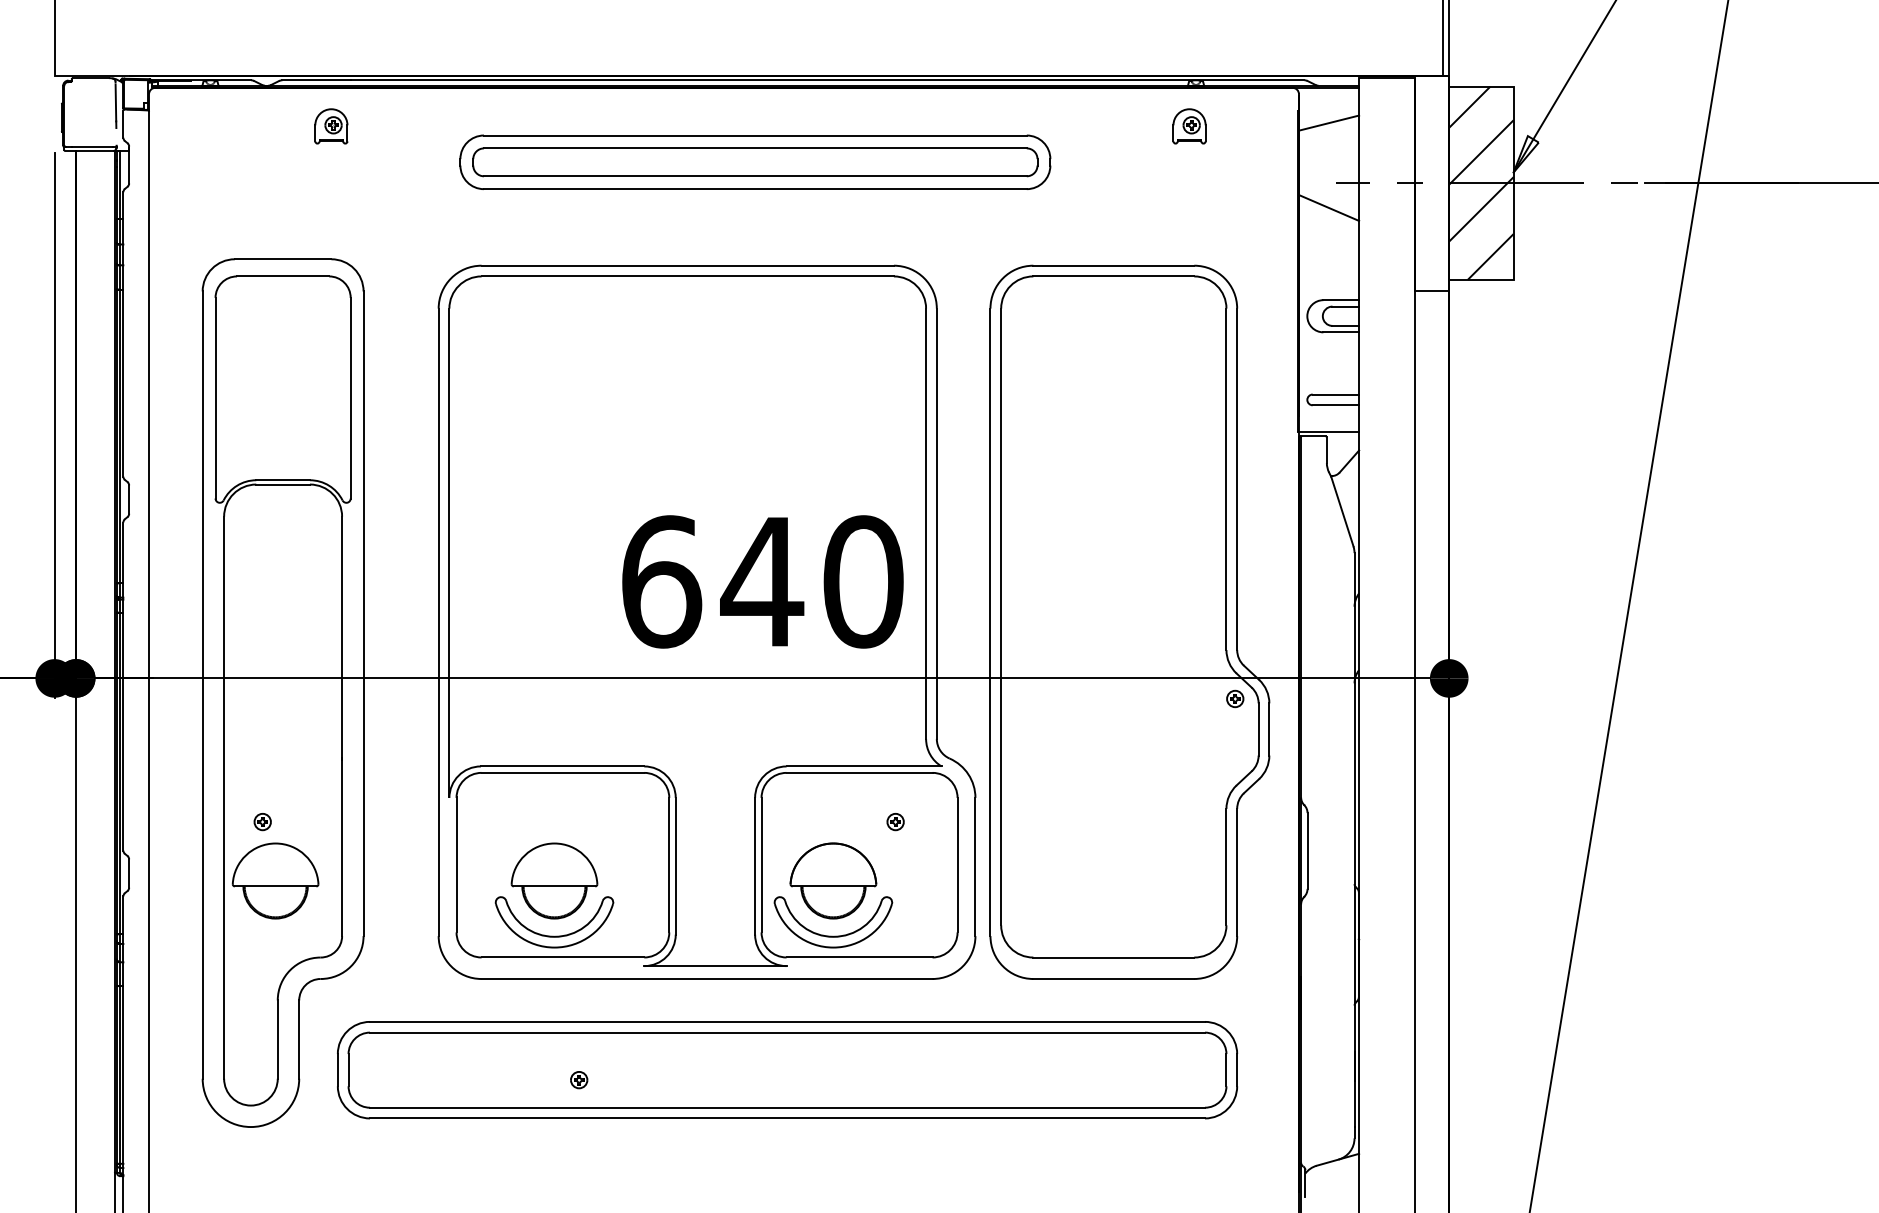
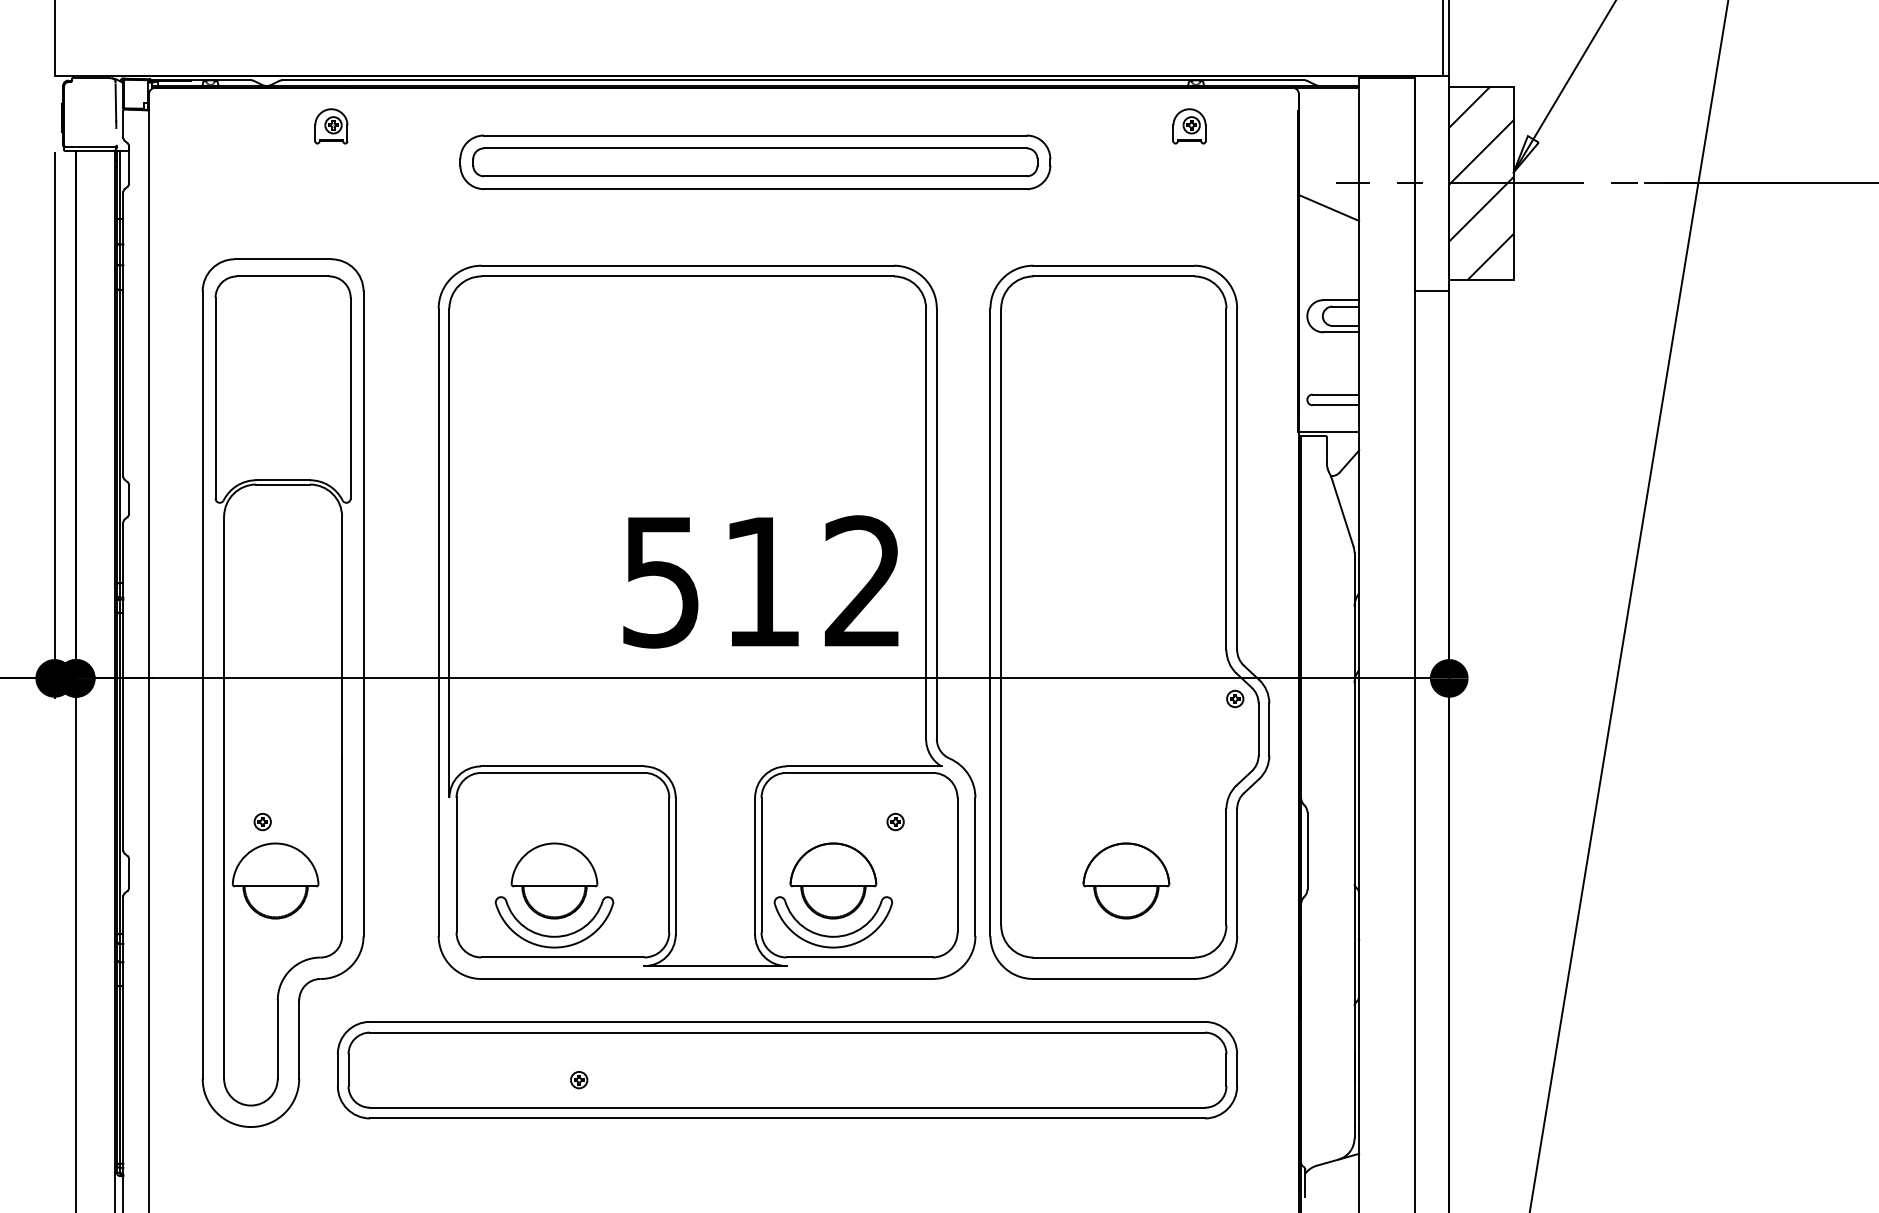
line at (1328, 122): present -> none
text at (762, 581): 640 -> 512
part at (1126, 880): none -> present
